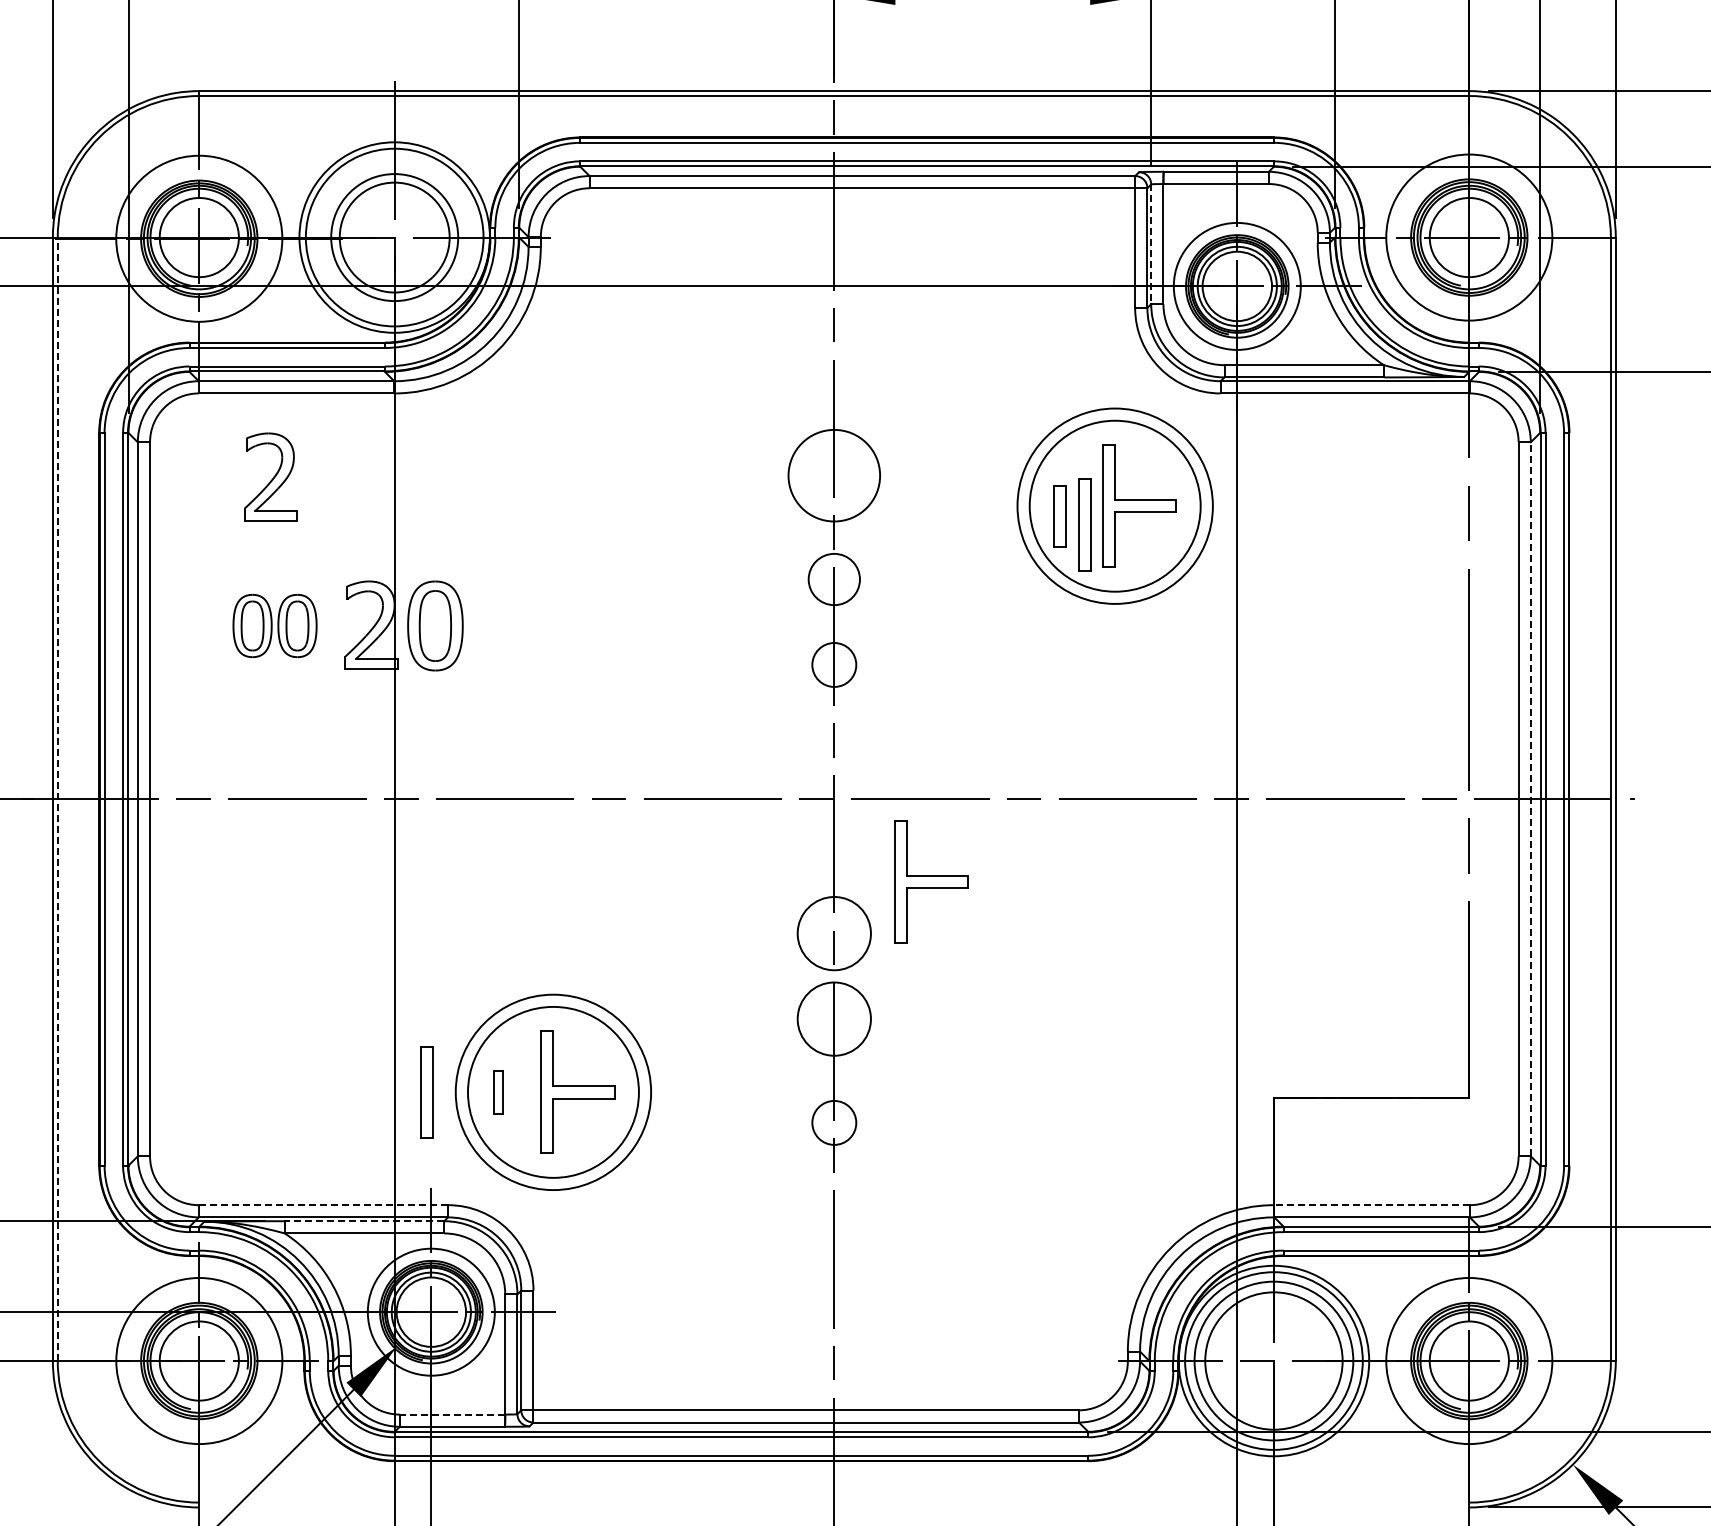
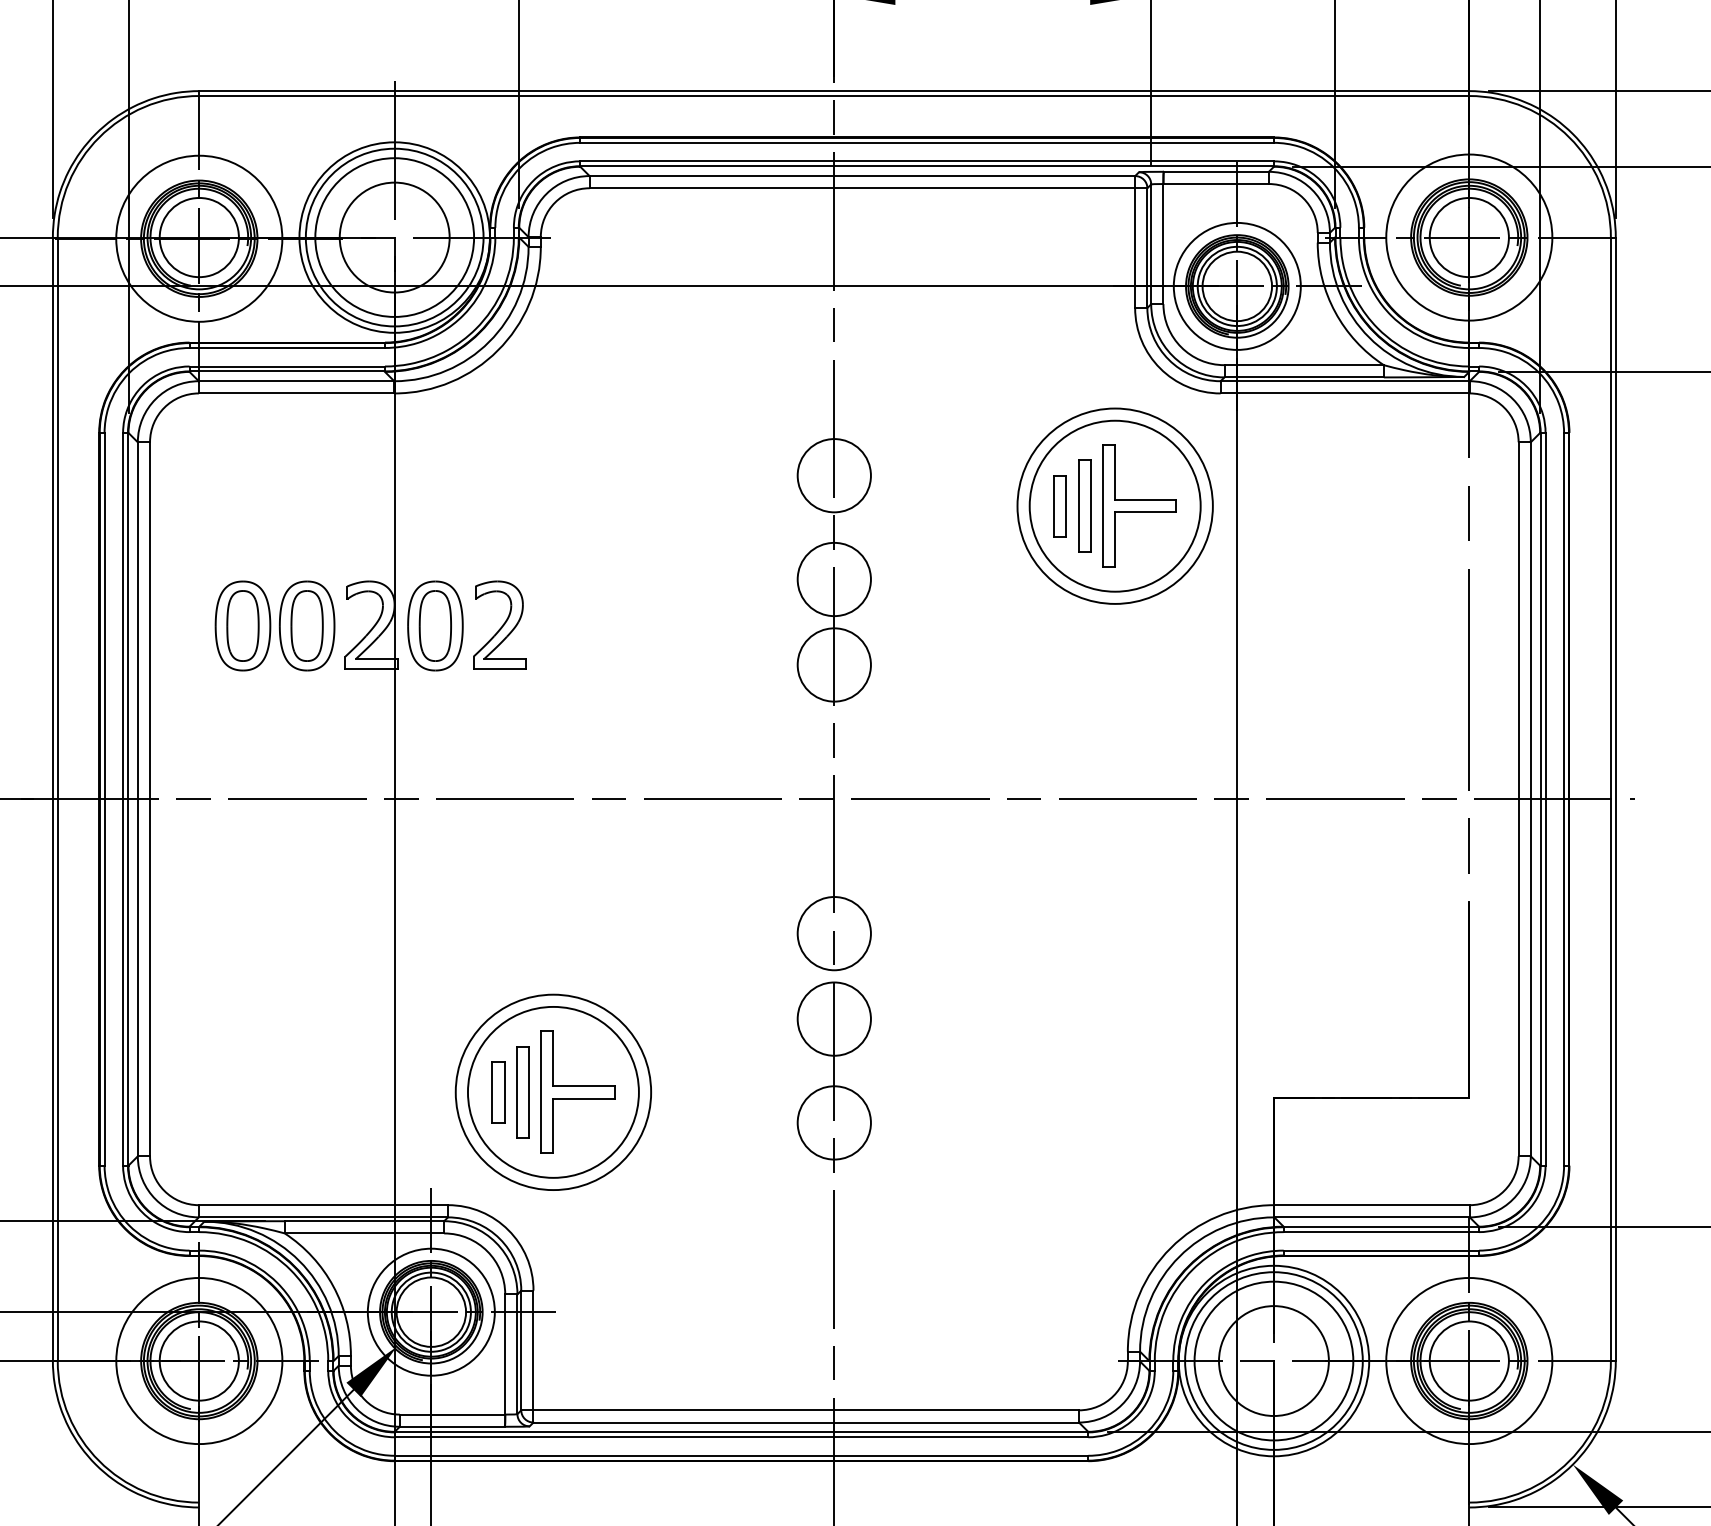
circle at (394, 237) diameter: 127 px -> 159 px
line at (1151, 244): dashed -> solid
circle at (834, 475) diameter: 92 px -> 73 px
part at (270, 476) position: (270, 476) -> (499, 624)
part at (1059, 516) position: (1059, 516) -> (1059, 506)
part at (1084, 524) position: (1084, 524) -> (1084, 505)
circle at (833, 579) diameter: 51 px -> 73 px
part at (274, 626) size: 86x65 px -> 122x92 px
circle at (834, 664) diameter: 44 px -> 73 px
line at (1530, 798): dashed -> solid
line at (57, 799): dashed -> solid
part at (931, 881): present -> none
part at (426, 1092) position: (426, 1092) -> (522, 1092)
part at (498, 1092) size: 11x45 px -> 15x63 px
circle at (834, 1122) diameter: 44 px -> 73 px
line at (323, 1205): dashed -> solid
line at (1372, 1205): dashed -> solid
line at (364, 1221): dashed -> solid
circle at (1273, 1360) diameter: 137 px -> 110 px
line at (452, 1414): dashed -> solid
